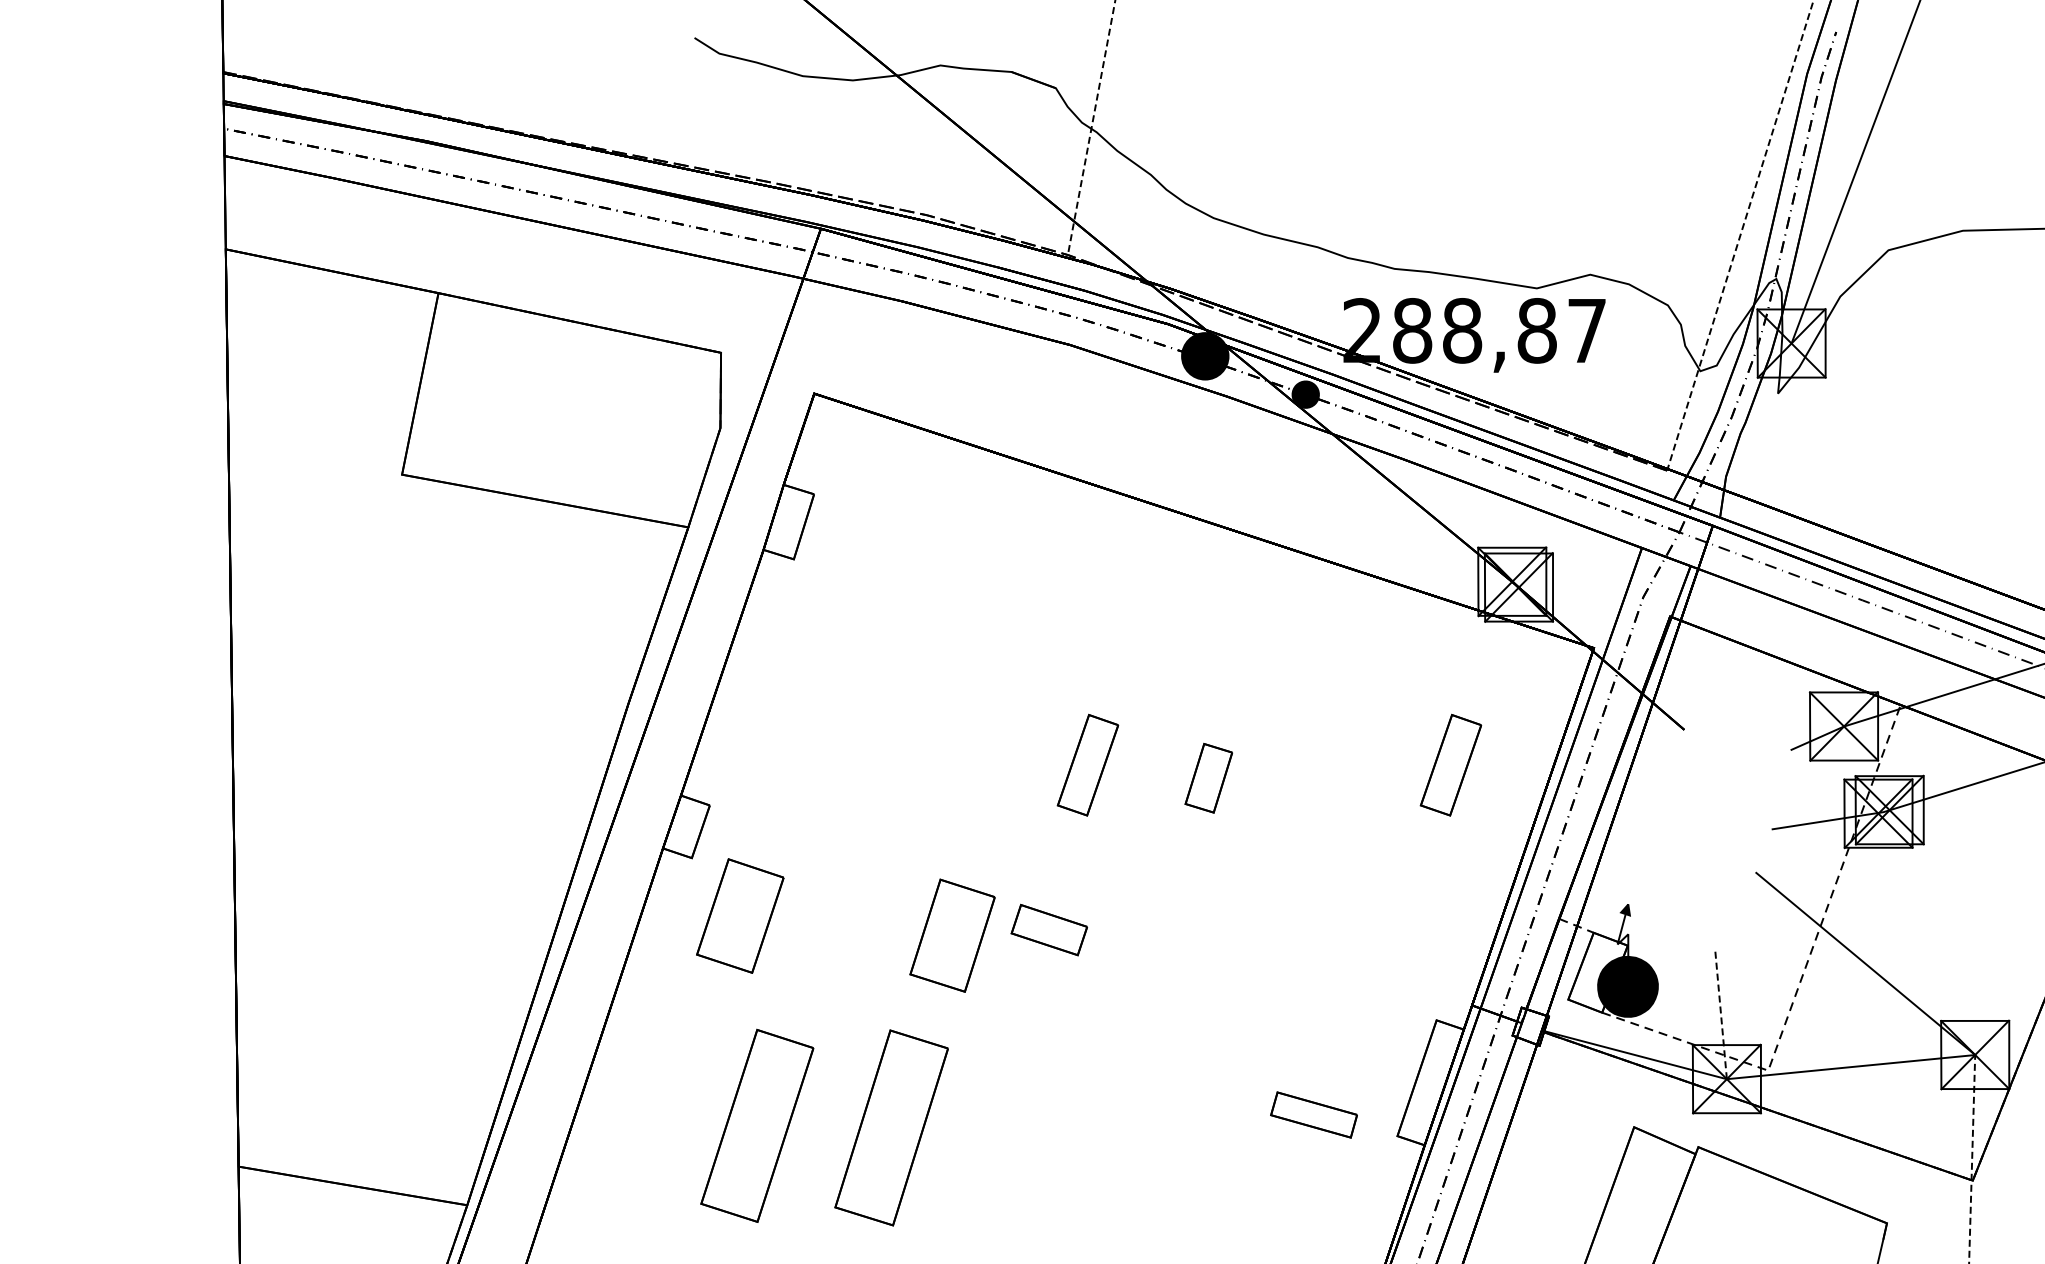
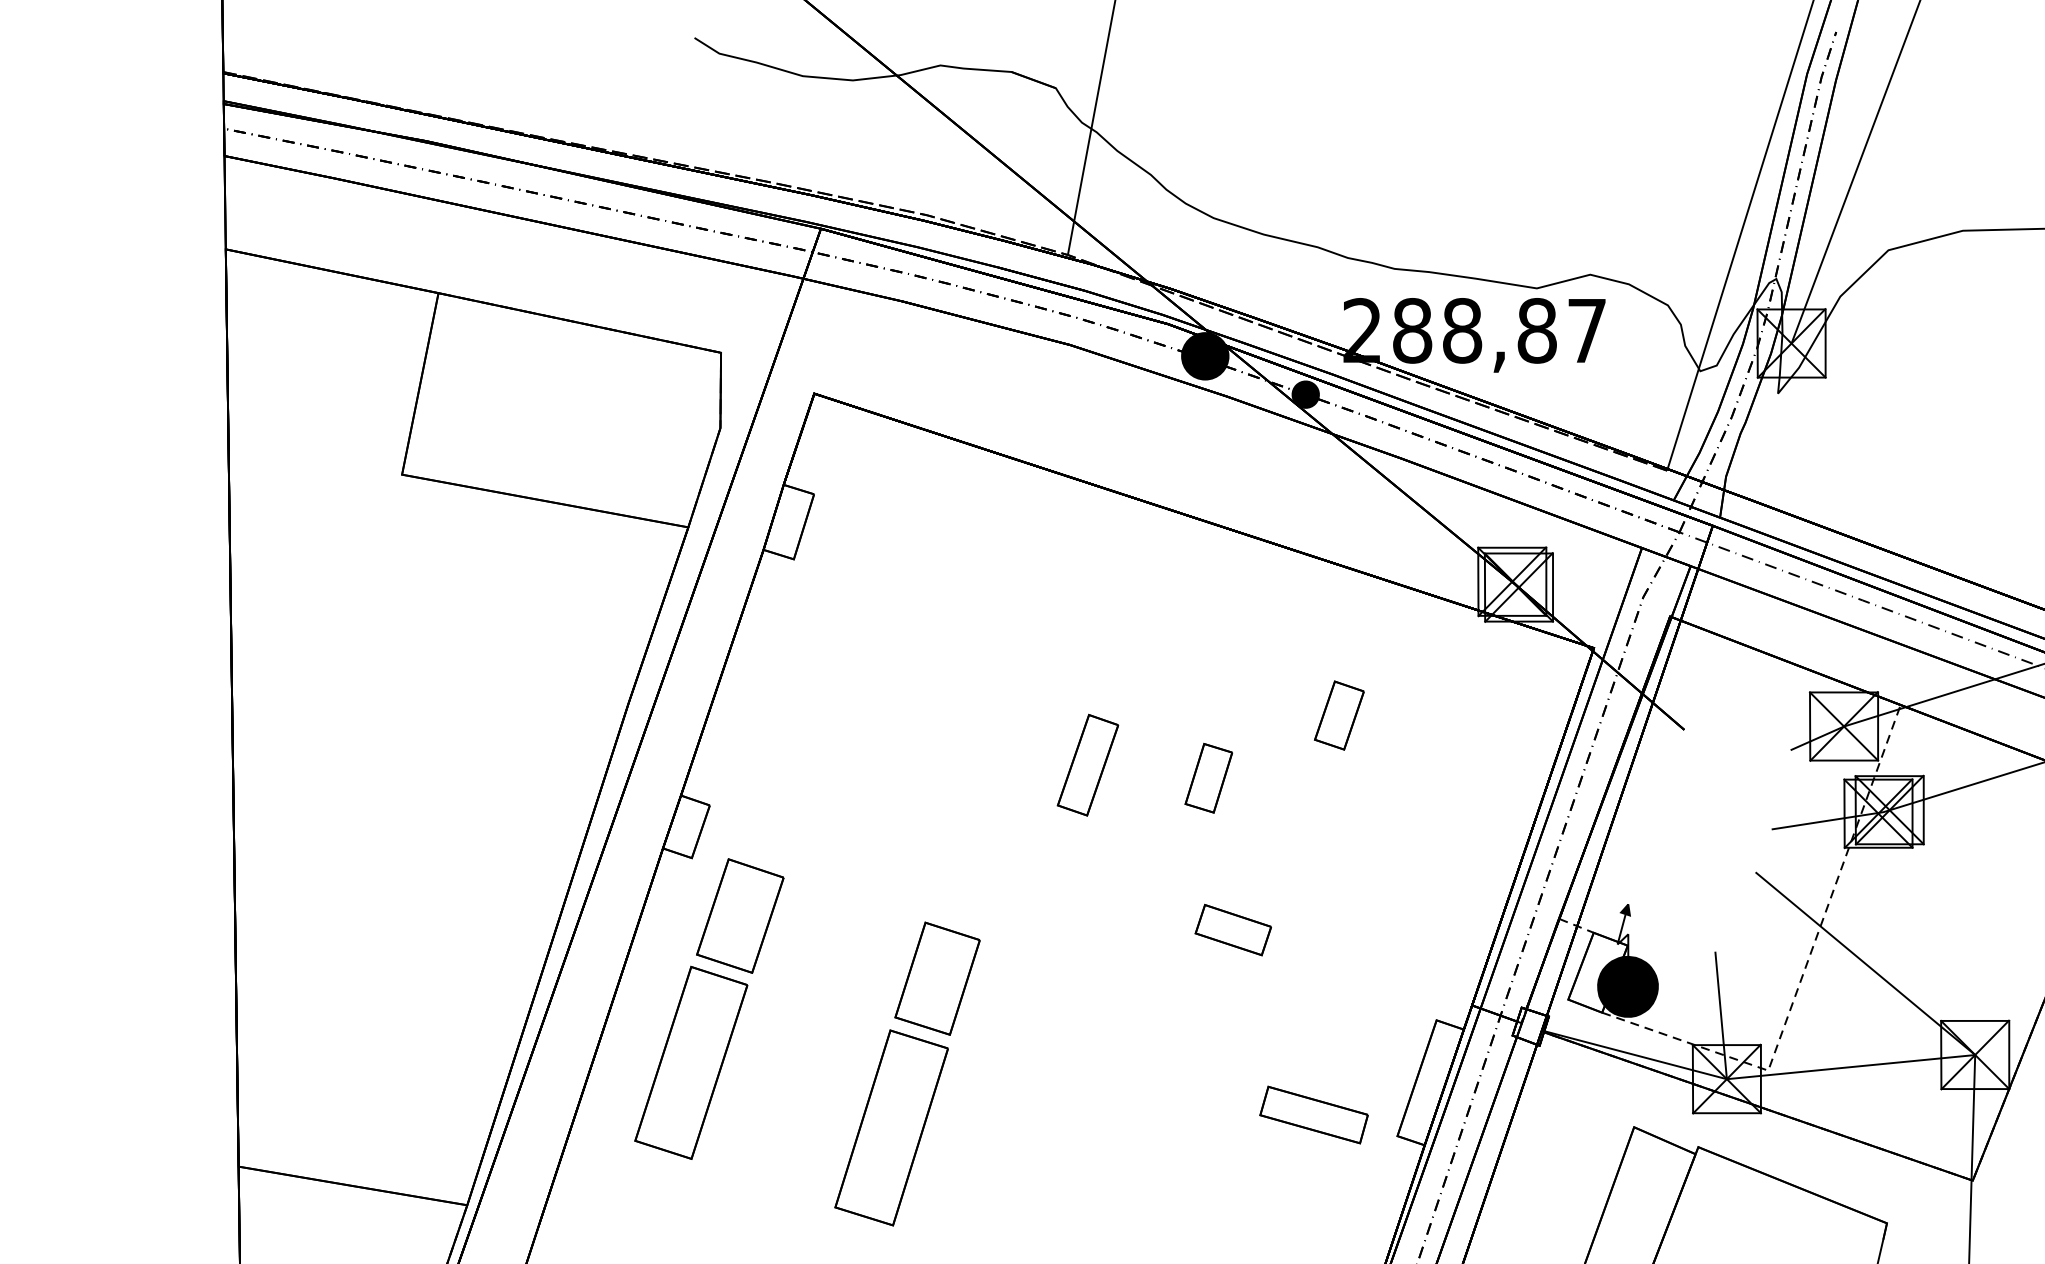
line at (1091, 128): dashed -> solid
line at (1740, 236): dashed -> solid
part at (1339, 715): none -> present
part at (1450, 764): present -> none
part at (1048, 929) position: (1048, 929) -> (1232, 929)
part at (952, 935) position: (952, 935) -> (937, 978)
line at (1721, 1014): dashed -> solid
part at (1313, 1114) size: 88x48 px -> 110x60 px
part at (757, 1125) position: (757, 1125) -> (691, 1062)
line at (1972, 1158): dashed -> solid
